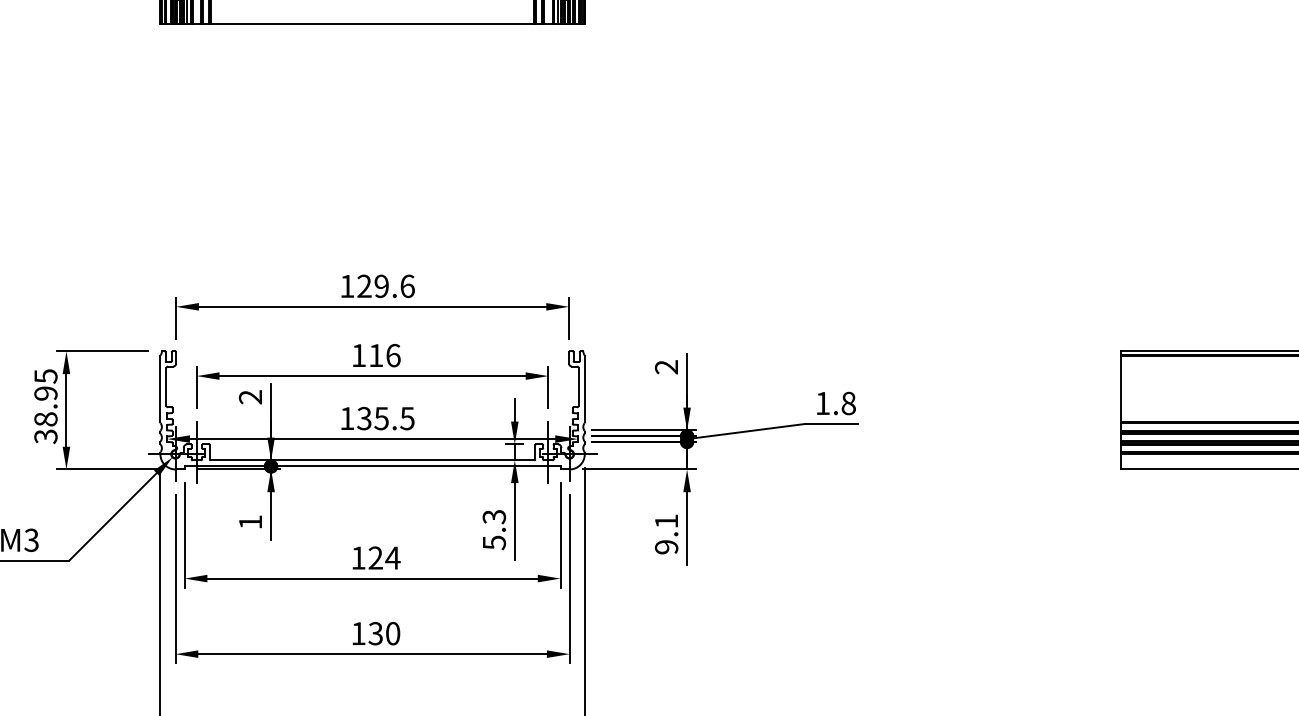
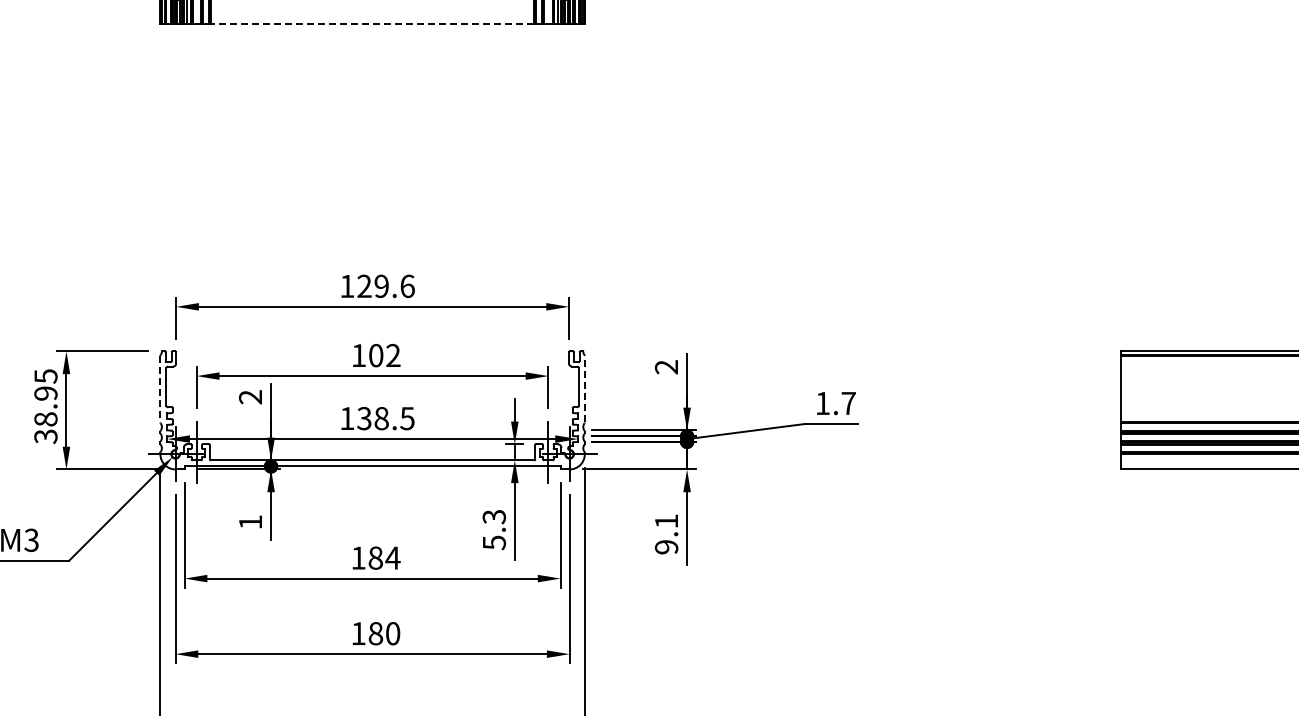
line at (372, 24): solid -> dashed
text at (384, 355): 116 -> 102
line at (584, 388): solid -> dashed
line at (160, 389): solid -> dashed
text at (848, 403): 1.8 -> 1.7
text at (381, 418): 135.5 -> 138.5
text at (375, 557): 124 -> 184
text at (375, 633): 130 -> 180
